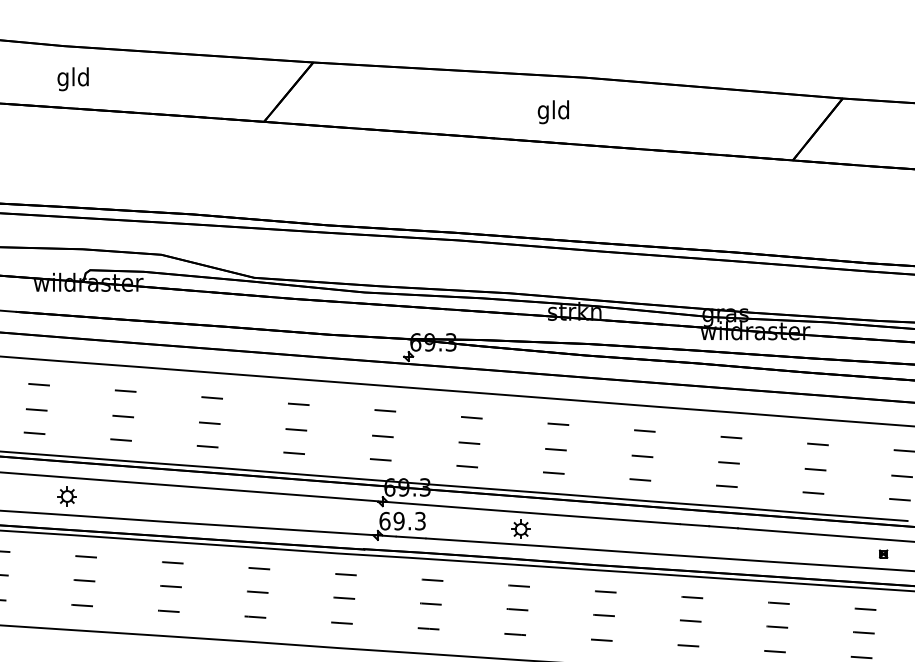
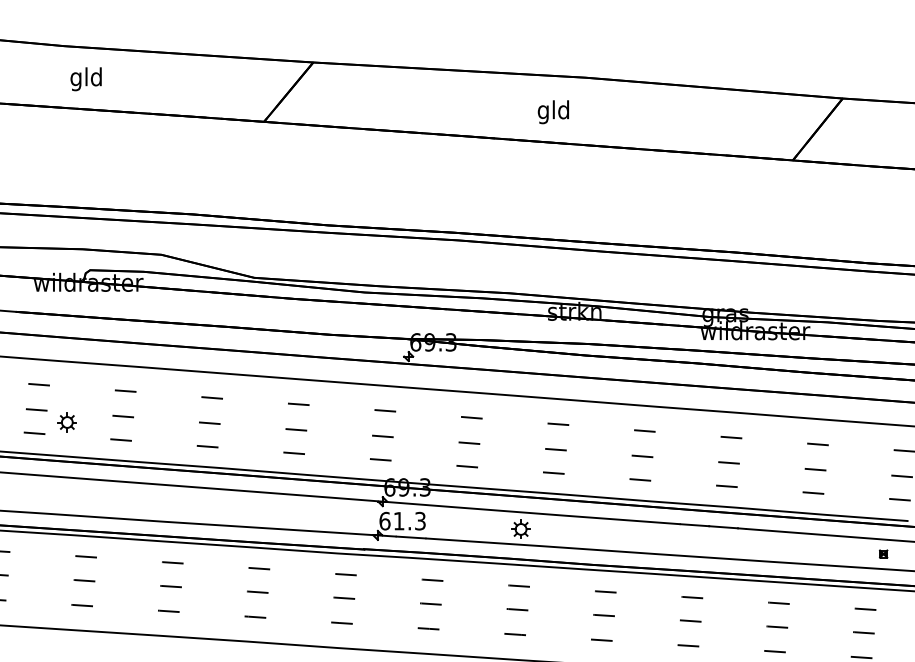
text at (72, 79) position: (72, 79) -> (85, 79)
part at (66, 496) position: (66, 496) -> (66, 422)
text at (398, 520): 69.3 -> 61.3
